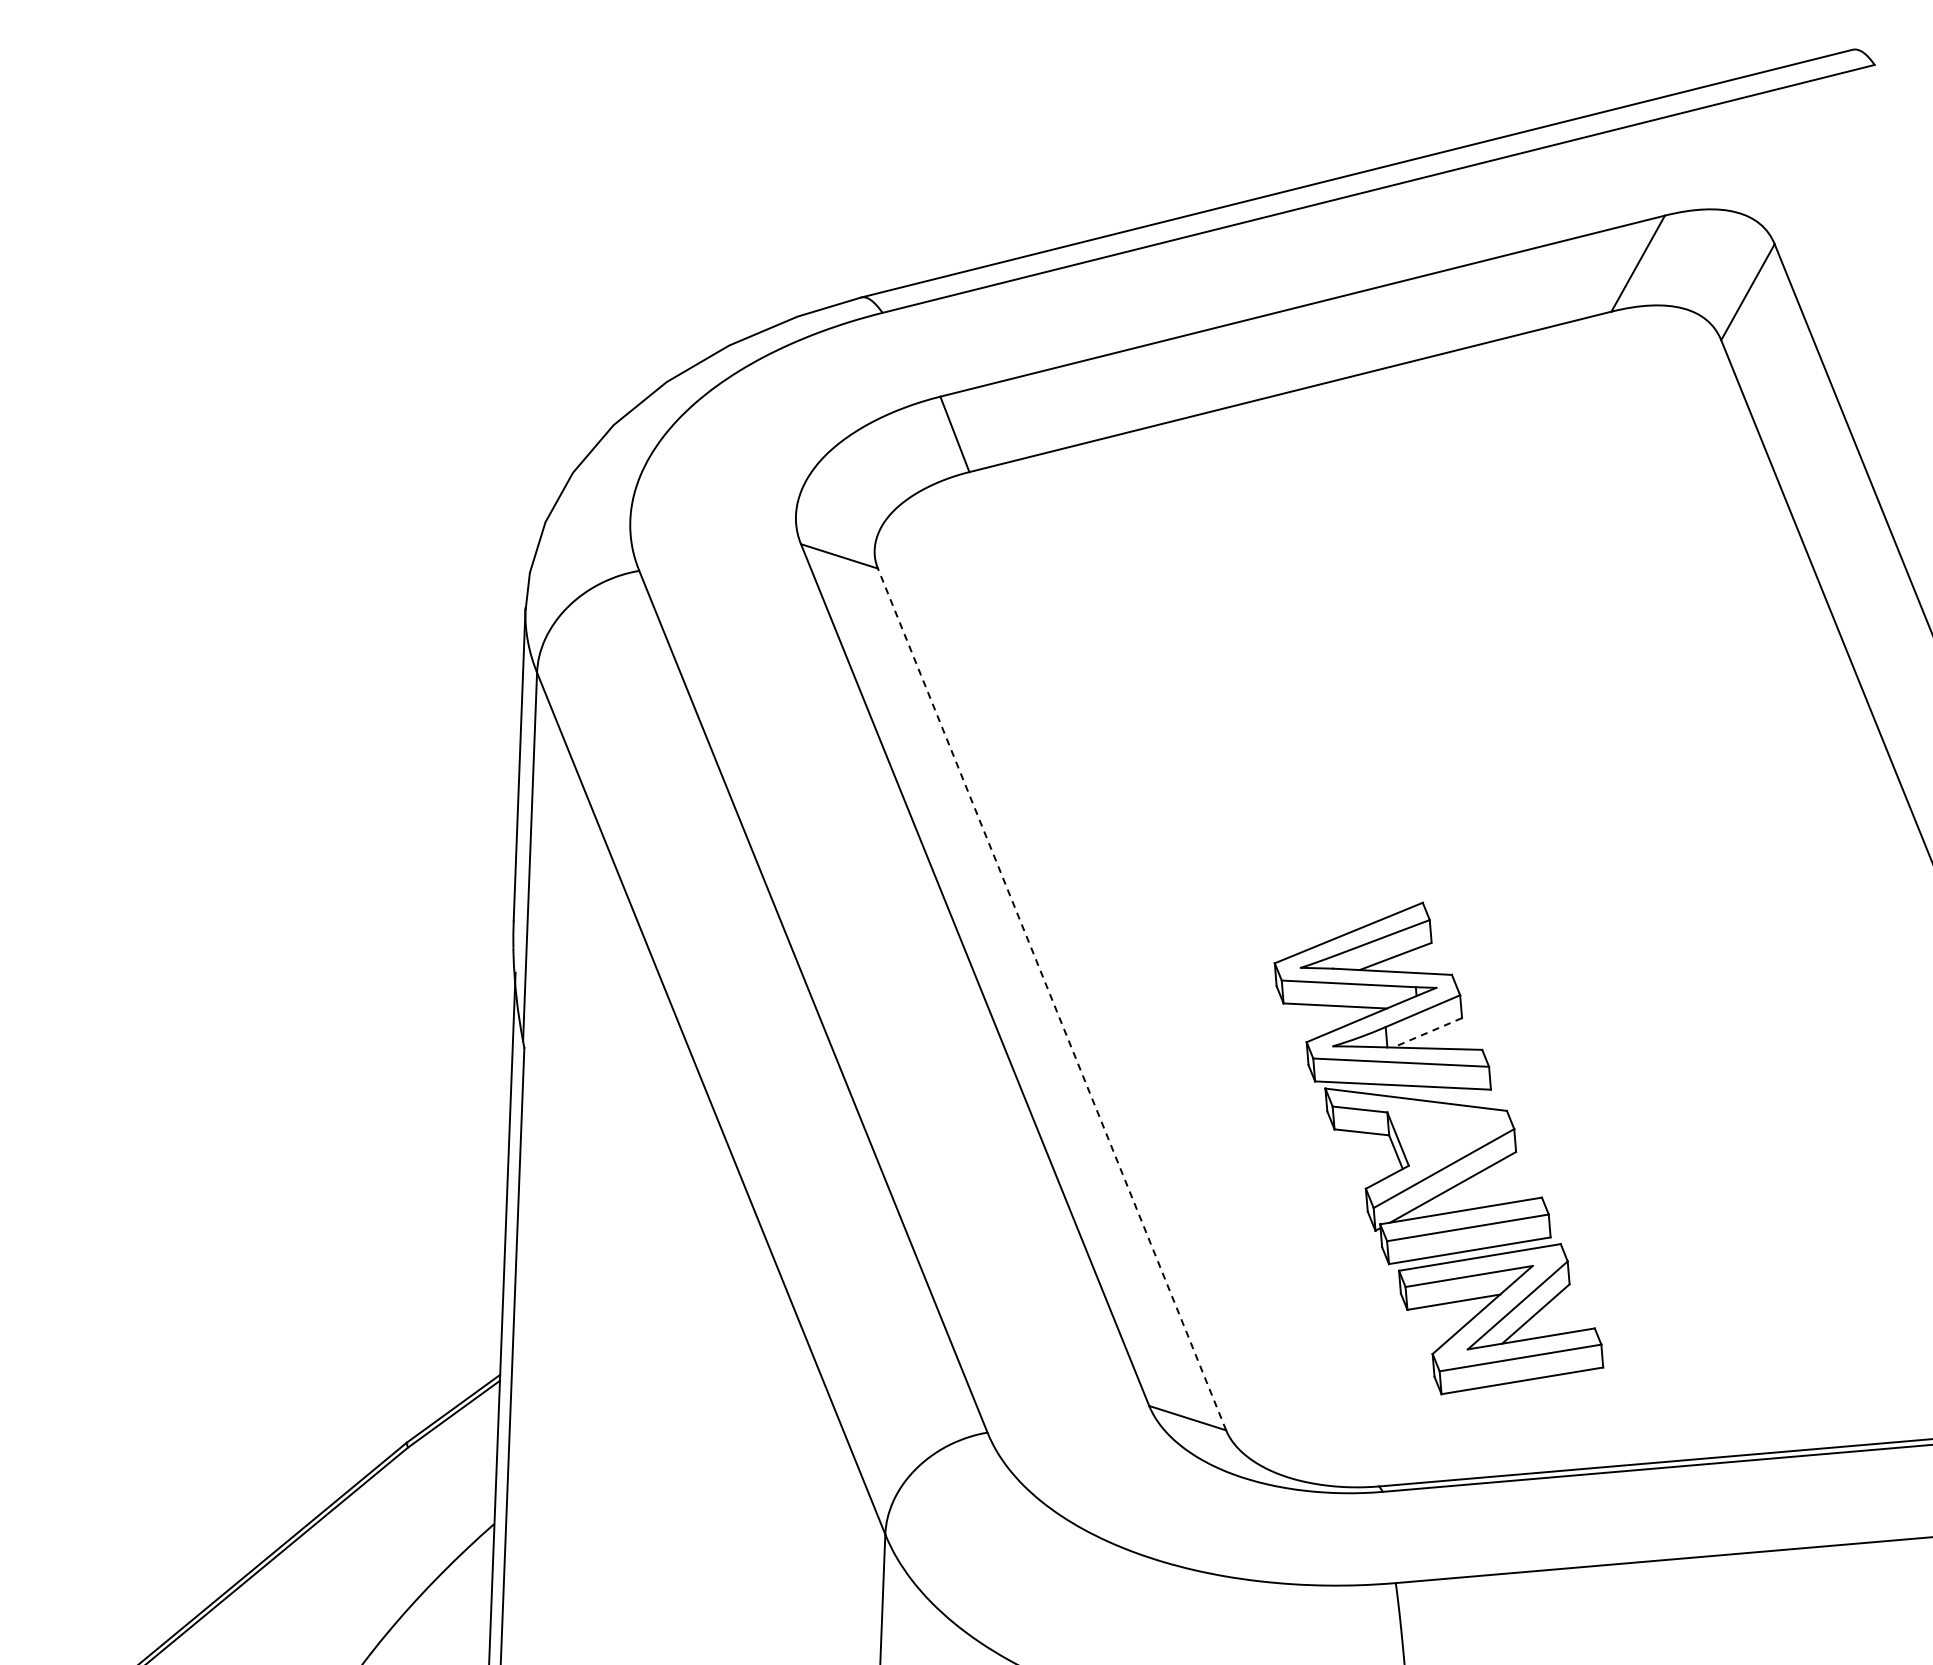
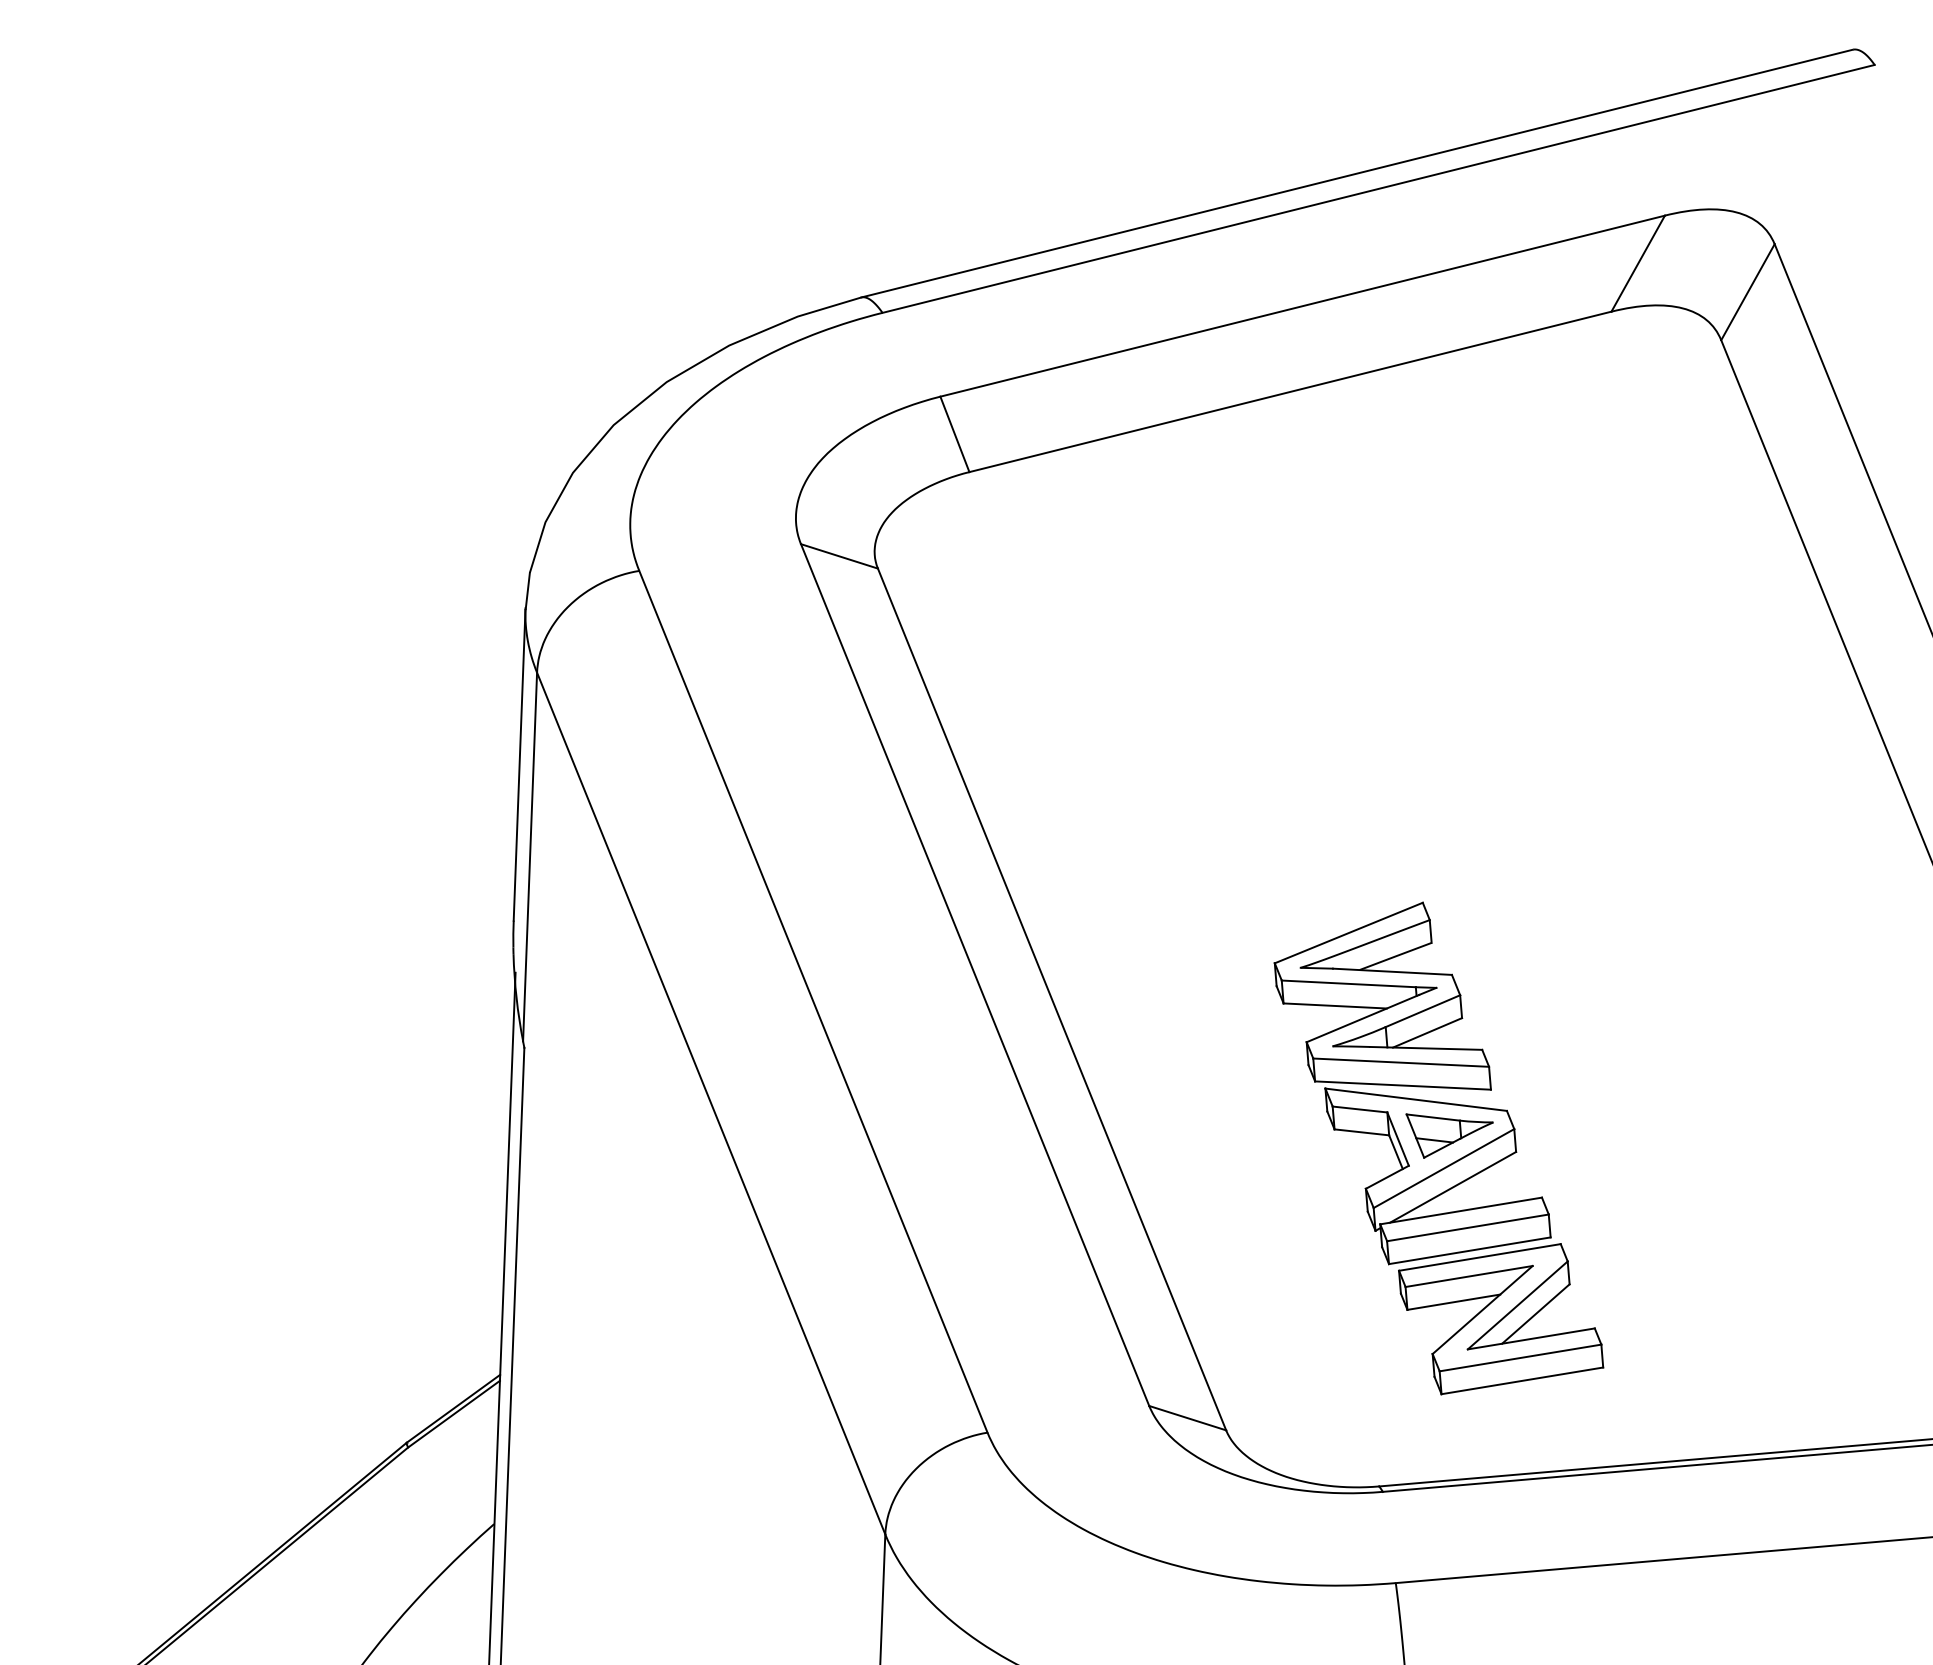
line at (1052, 999): dashed -> solid
line at (1427, 1032): dashed -> solid
part at (1449, 1135): none -> present
